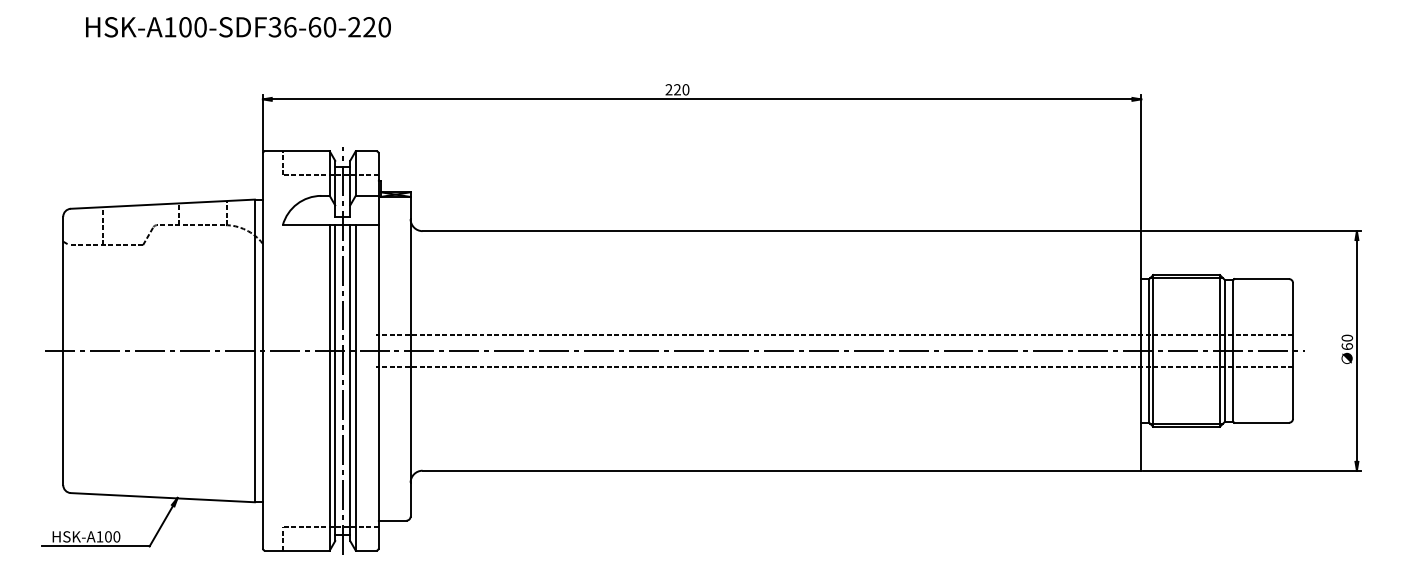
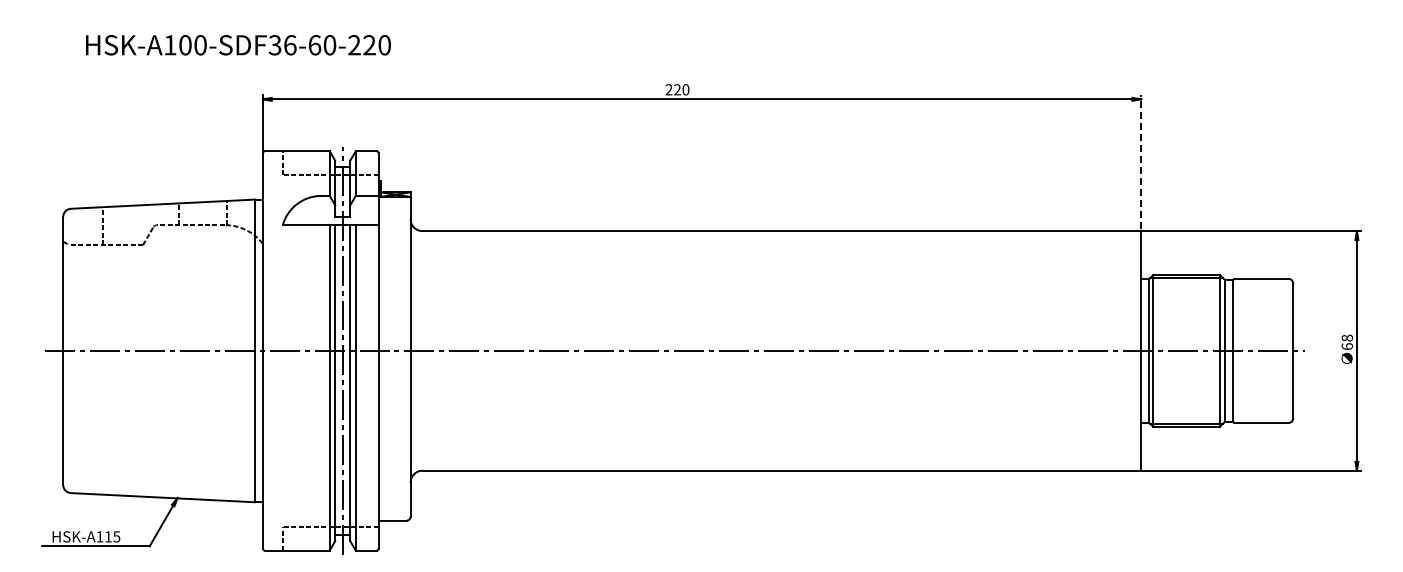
text at (238, 27) position: (238, 27) -> (238, 45)
line at (1141, 162): solid -> dashed
line at (834, 334): present -> none
text at (1347, 337): 60 -> 68
line at (834, 366): present -> none
text at (112, 536): HSK-A100 -> HSK-A115
